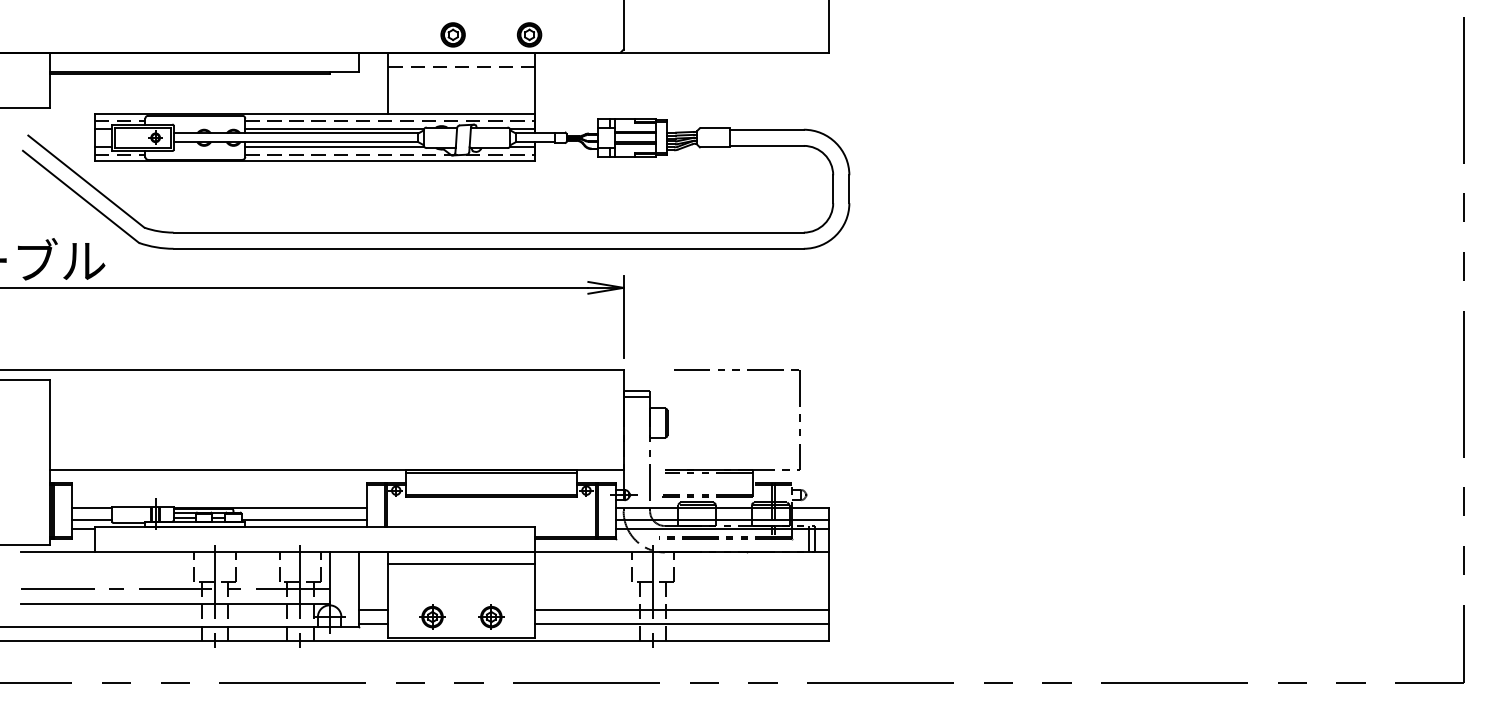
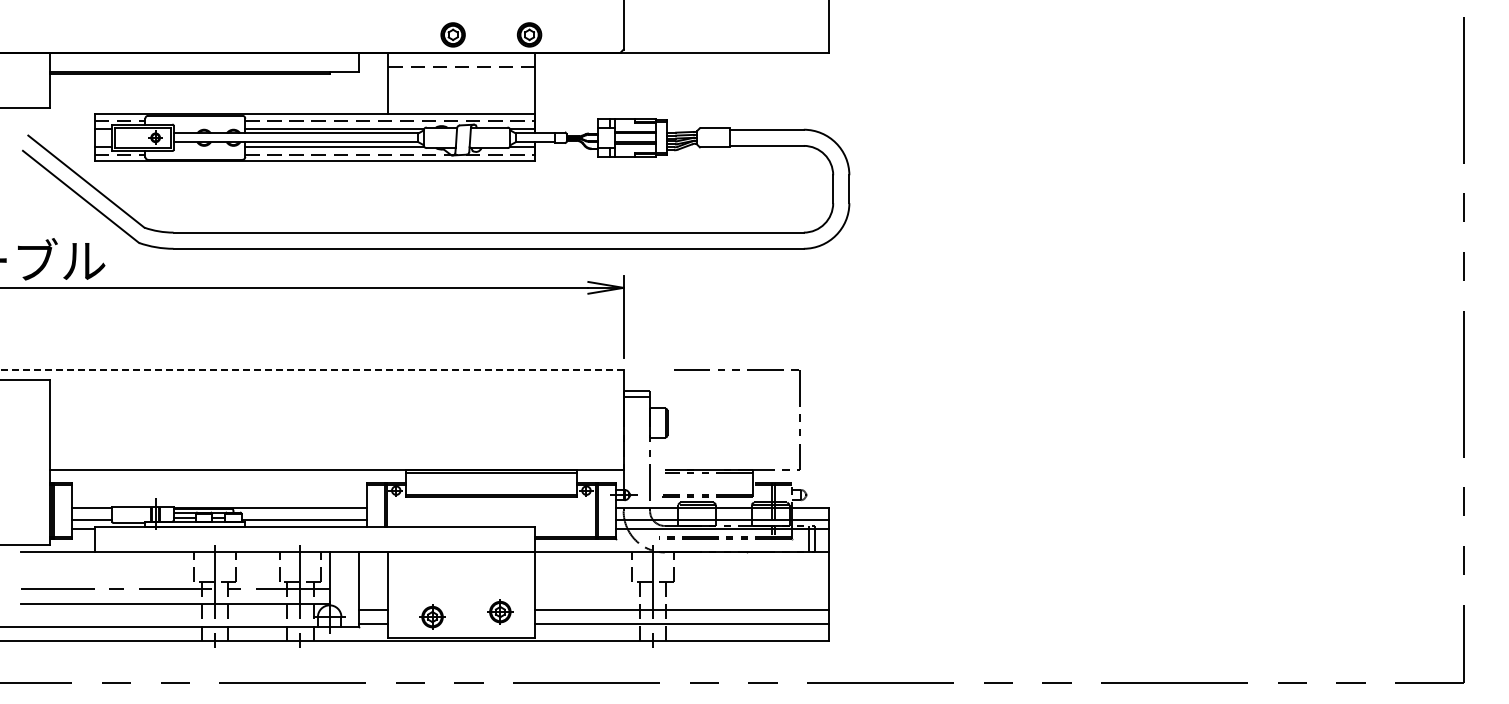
line at (311, 370): solid -> dashed
line at (461, 564): present -> none
part at (491, 616) position: (491, 616) -> (500, 611)
